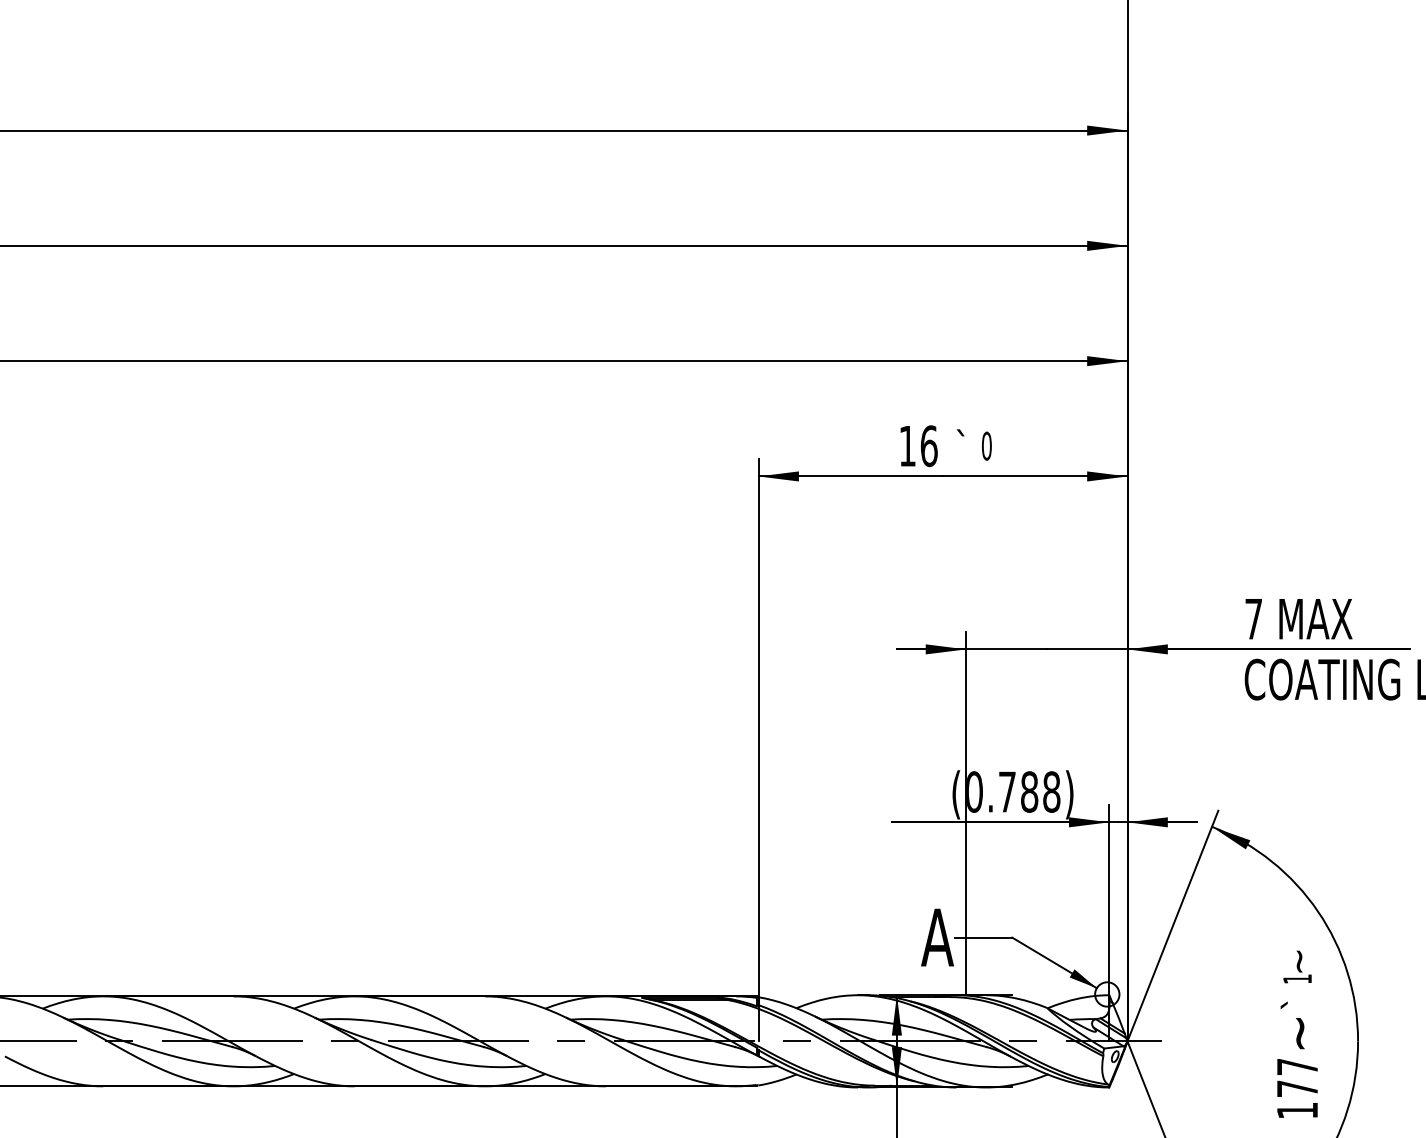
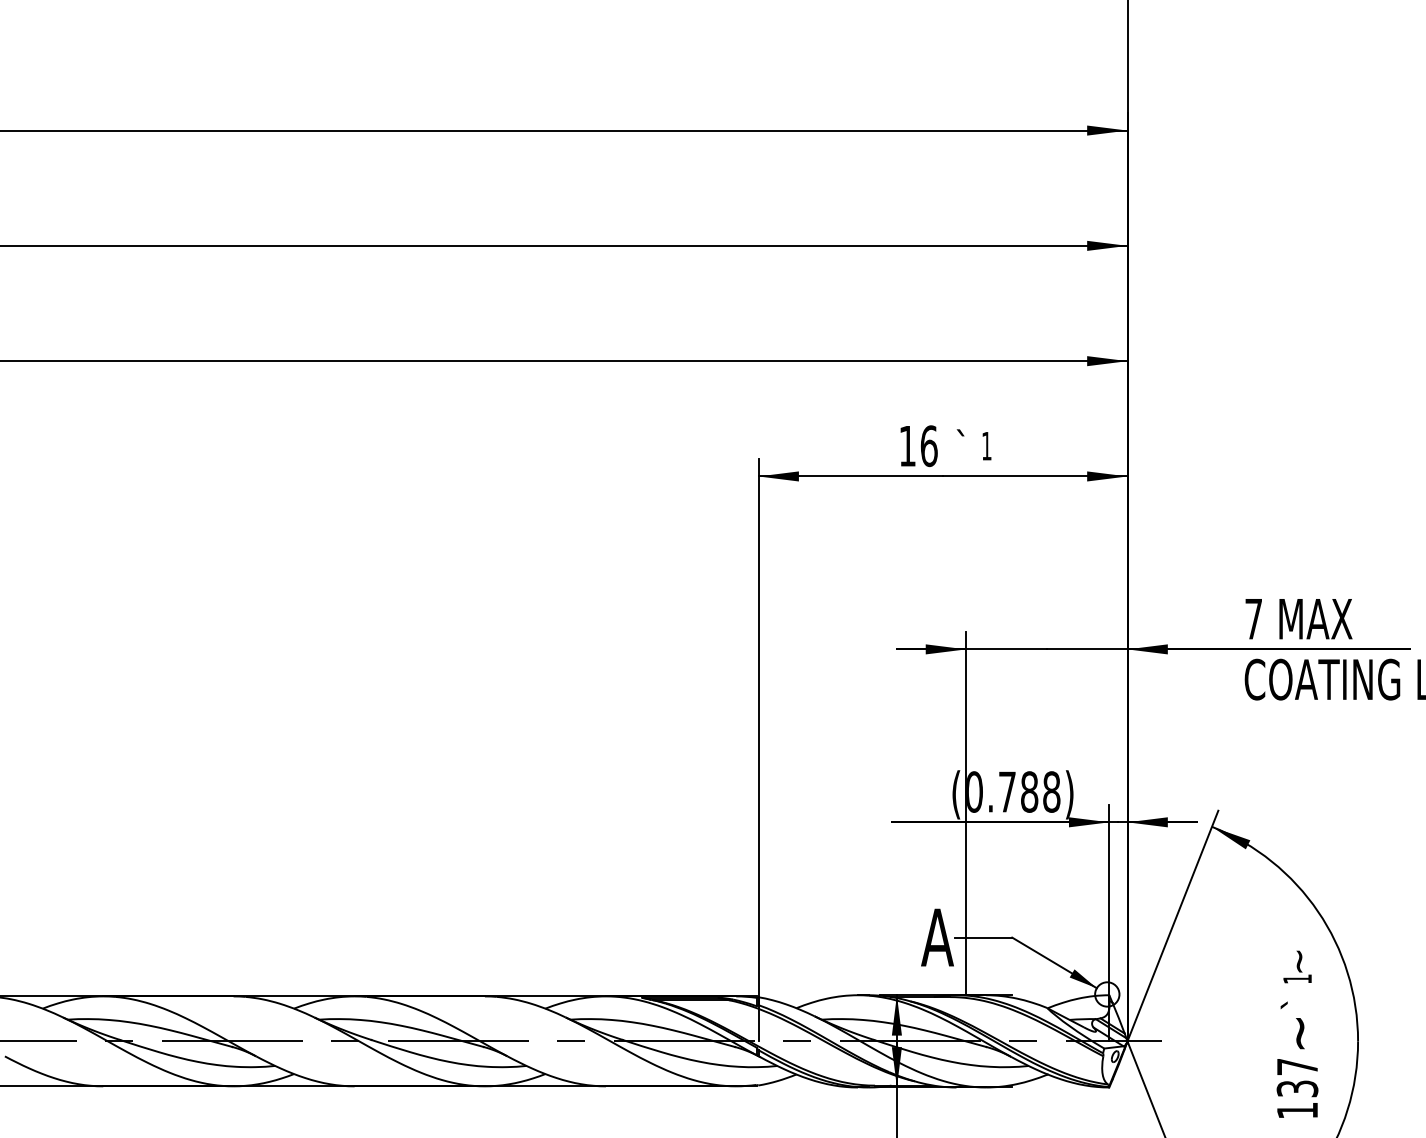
text at (986, 445): 0 -> 1
text at (1297, 1088): 177 -> 137
